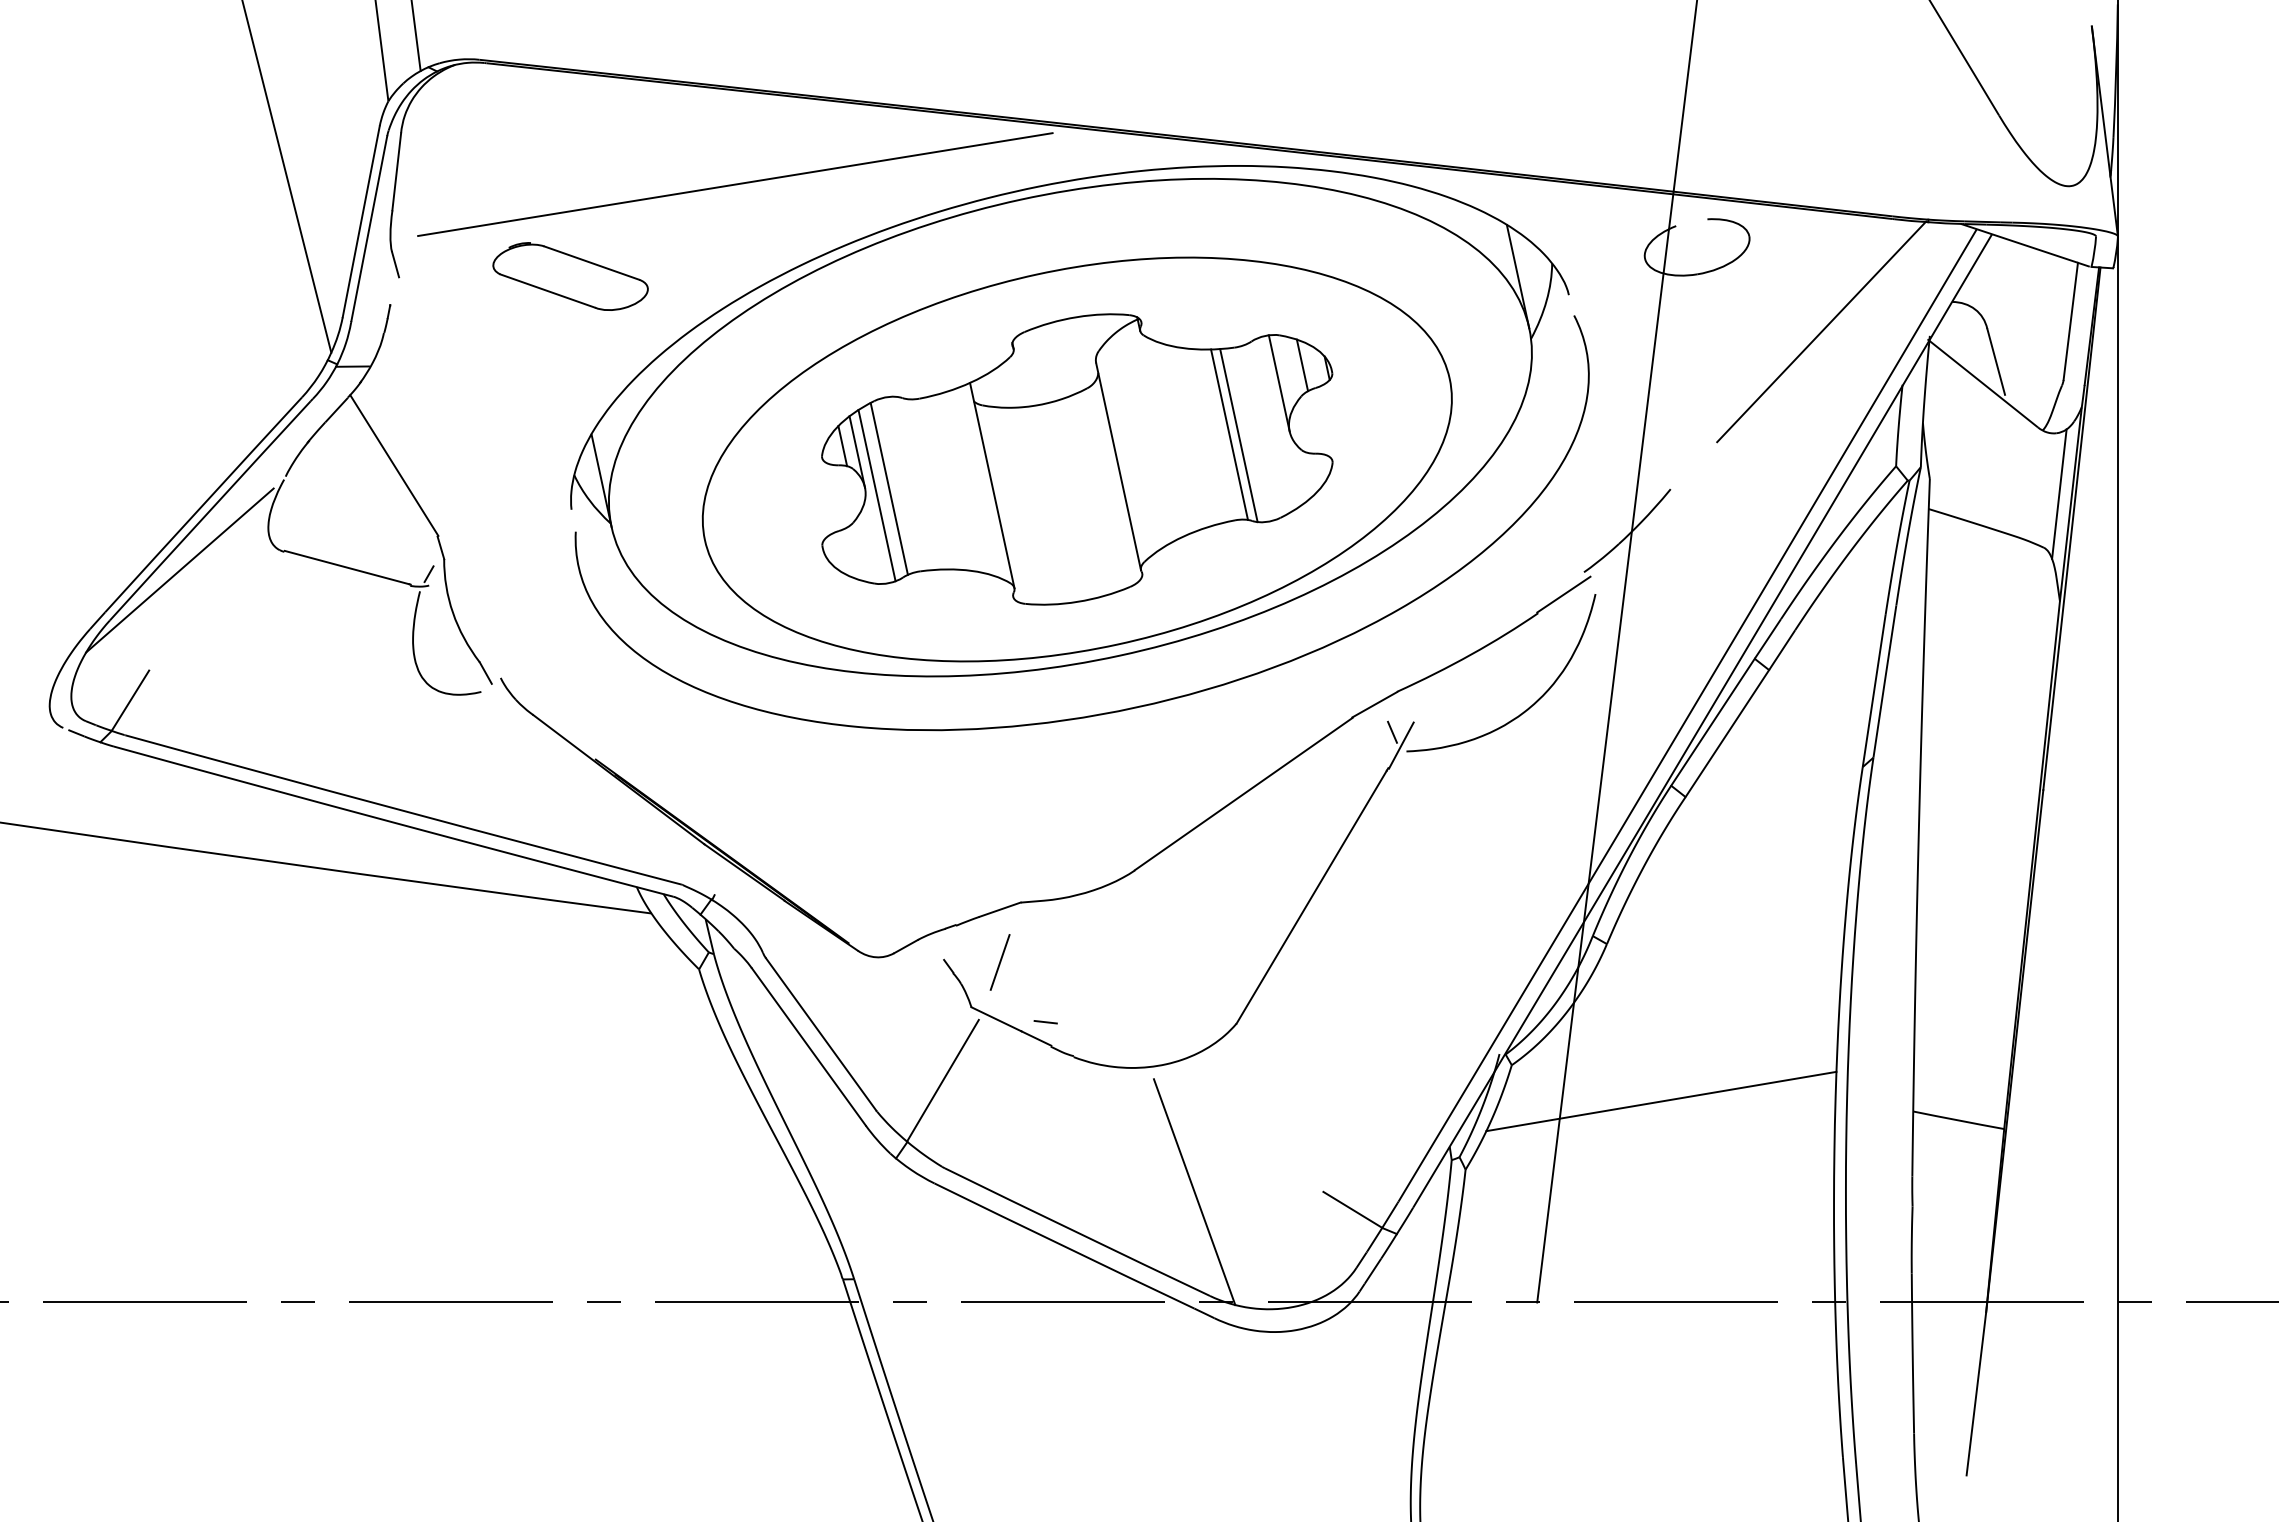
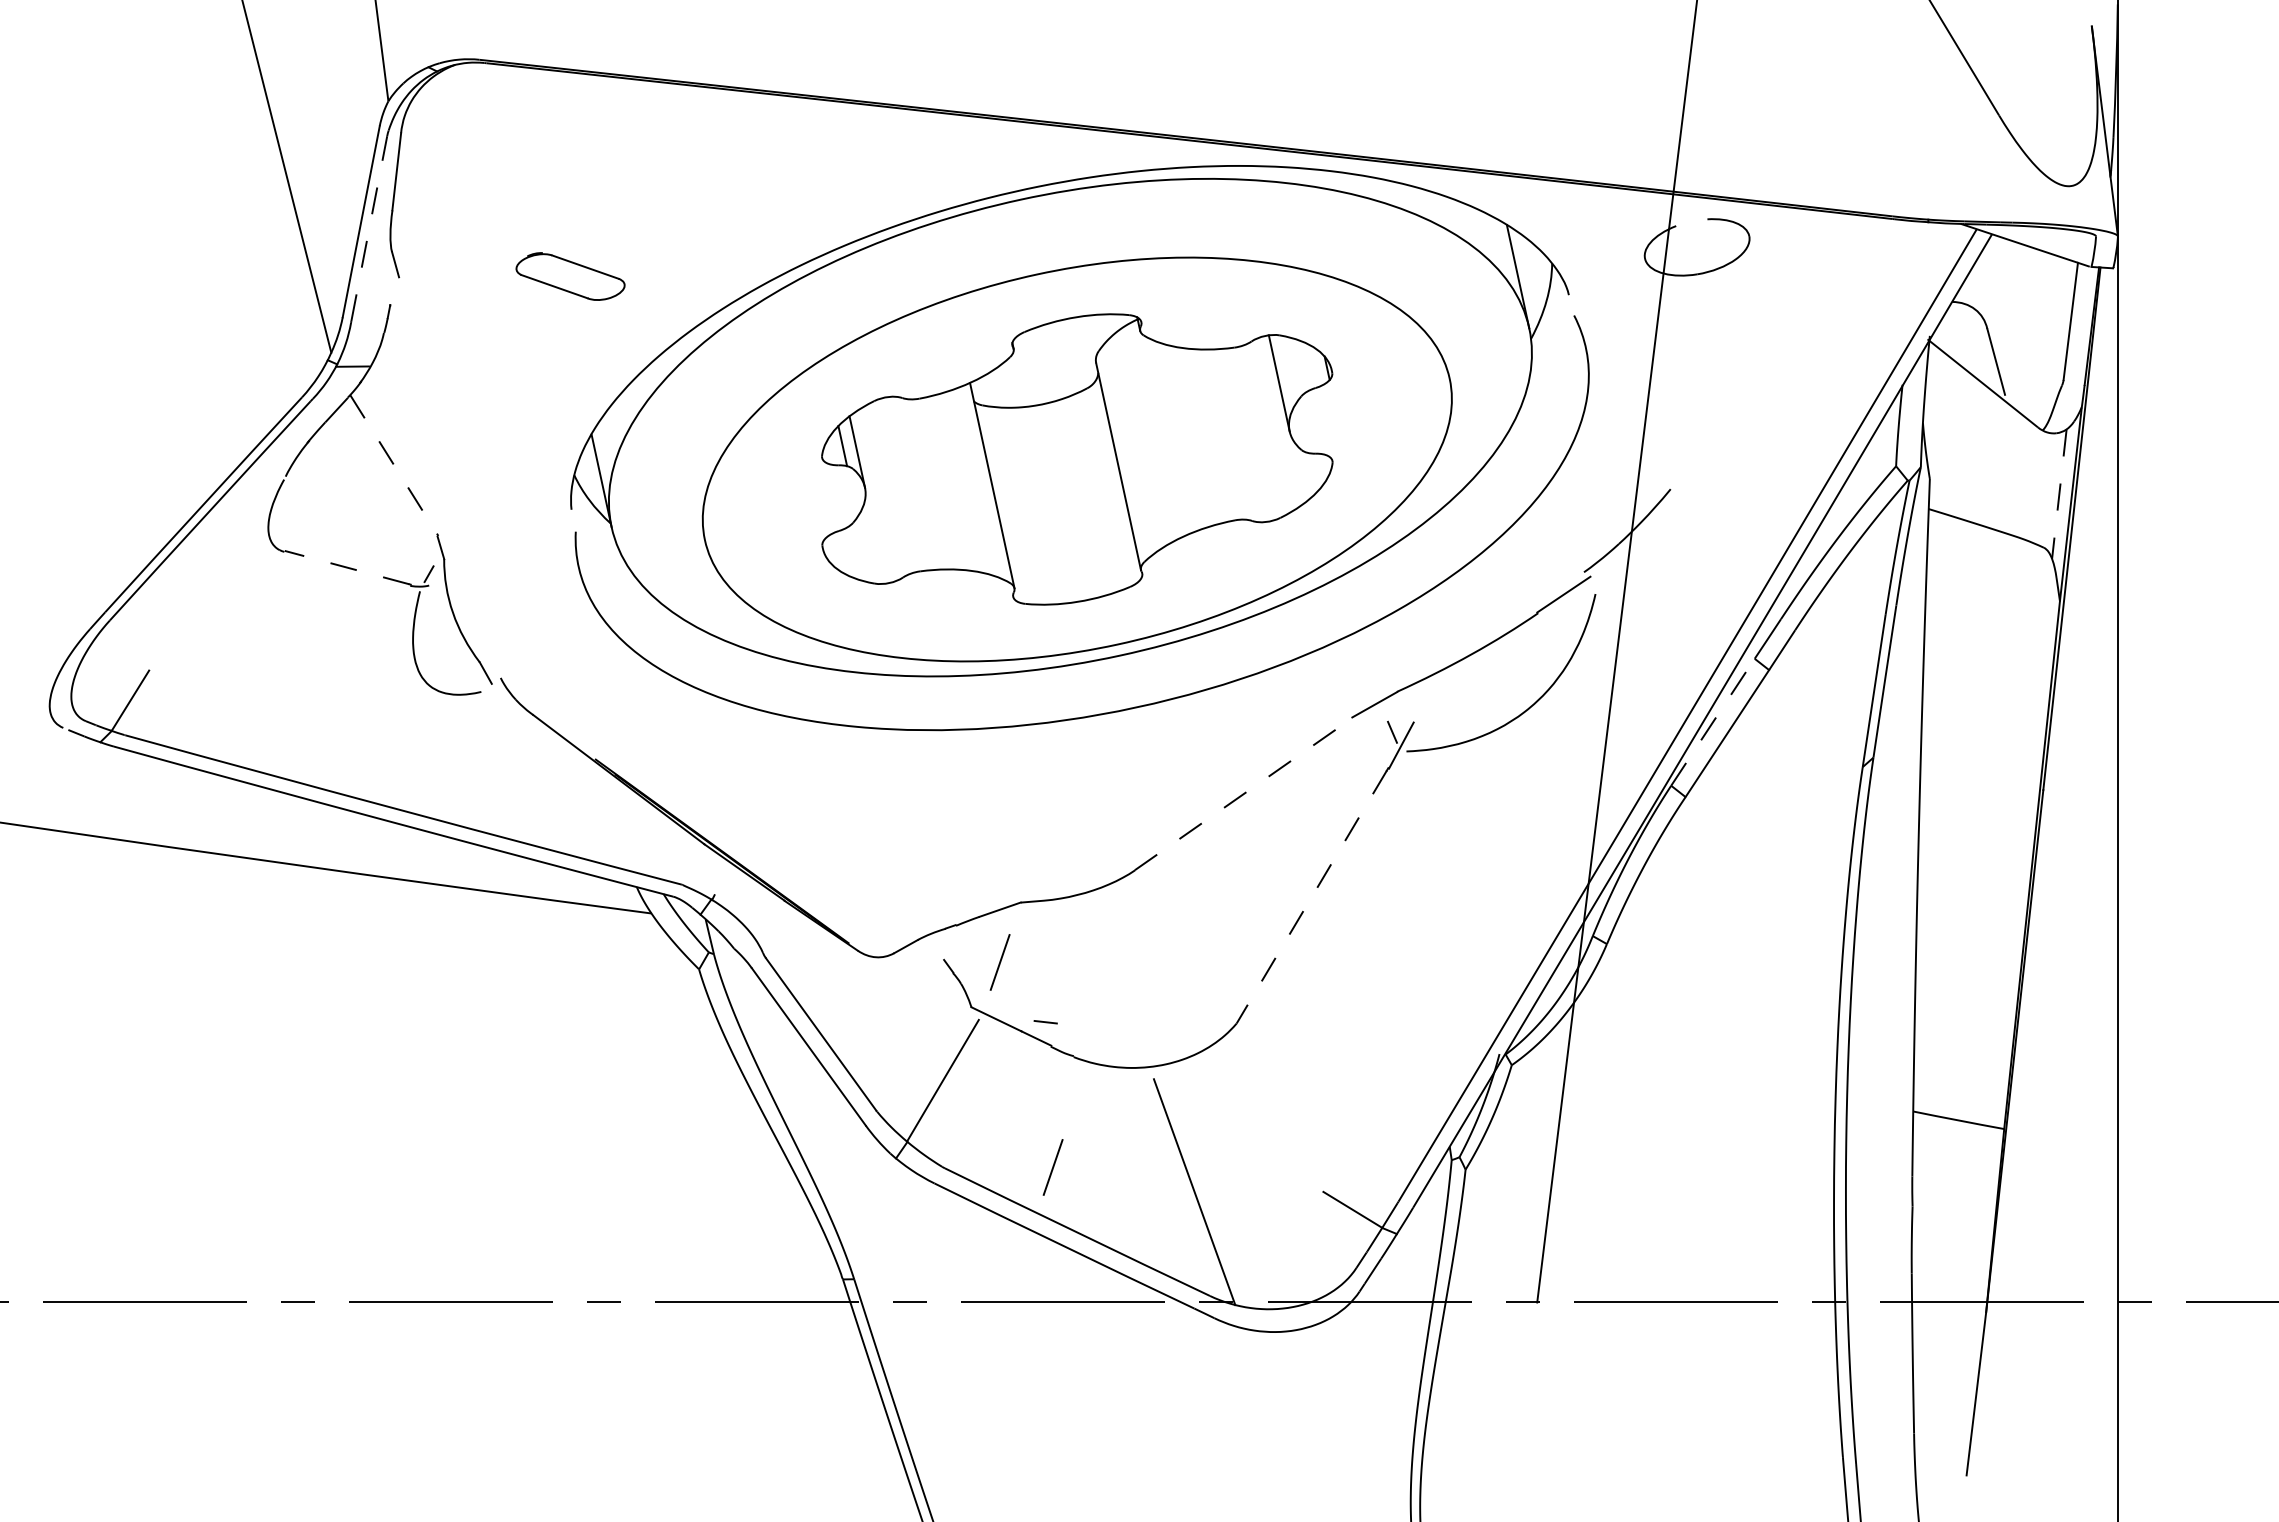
line at (415, 36): present -> none
line at (735, 184): present -> none
line at (369, 228): solid -> dashed
part at (570, 276) size: 157x69 px -> 111x49 px
line at (1821, 331): present -> none
line at (1302, 365): present -> none
line at (1229, 434): present -> none
line at (1238, 435): present -> none
line at (394, 465): solid -> dashed
line at (888, 488): present -> none
line at (2059, 494): solid -> dashed
line at (876, 495): present -> none
line at (346, 567): solid -> dashed
line at (179, 570): present -> none
line at (1712, 722): solid -> dashed
line at (1243, 794): solid -> dashed
line at (1311, 897): solid -> dashed
line at (1661, 1101): present -> none
line at (1052, 1167): none -> present
